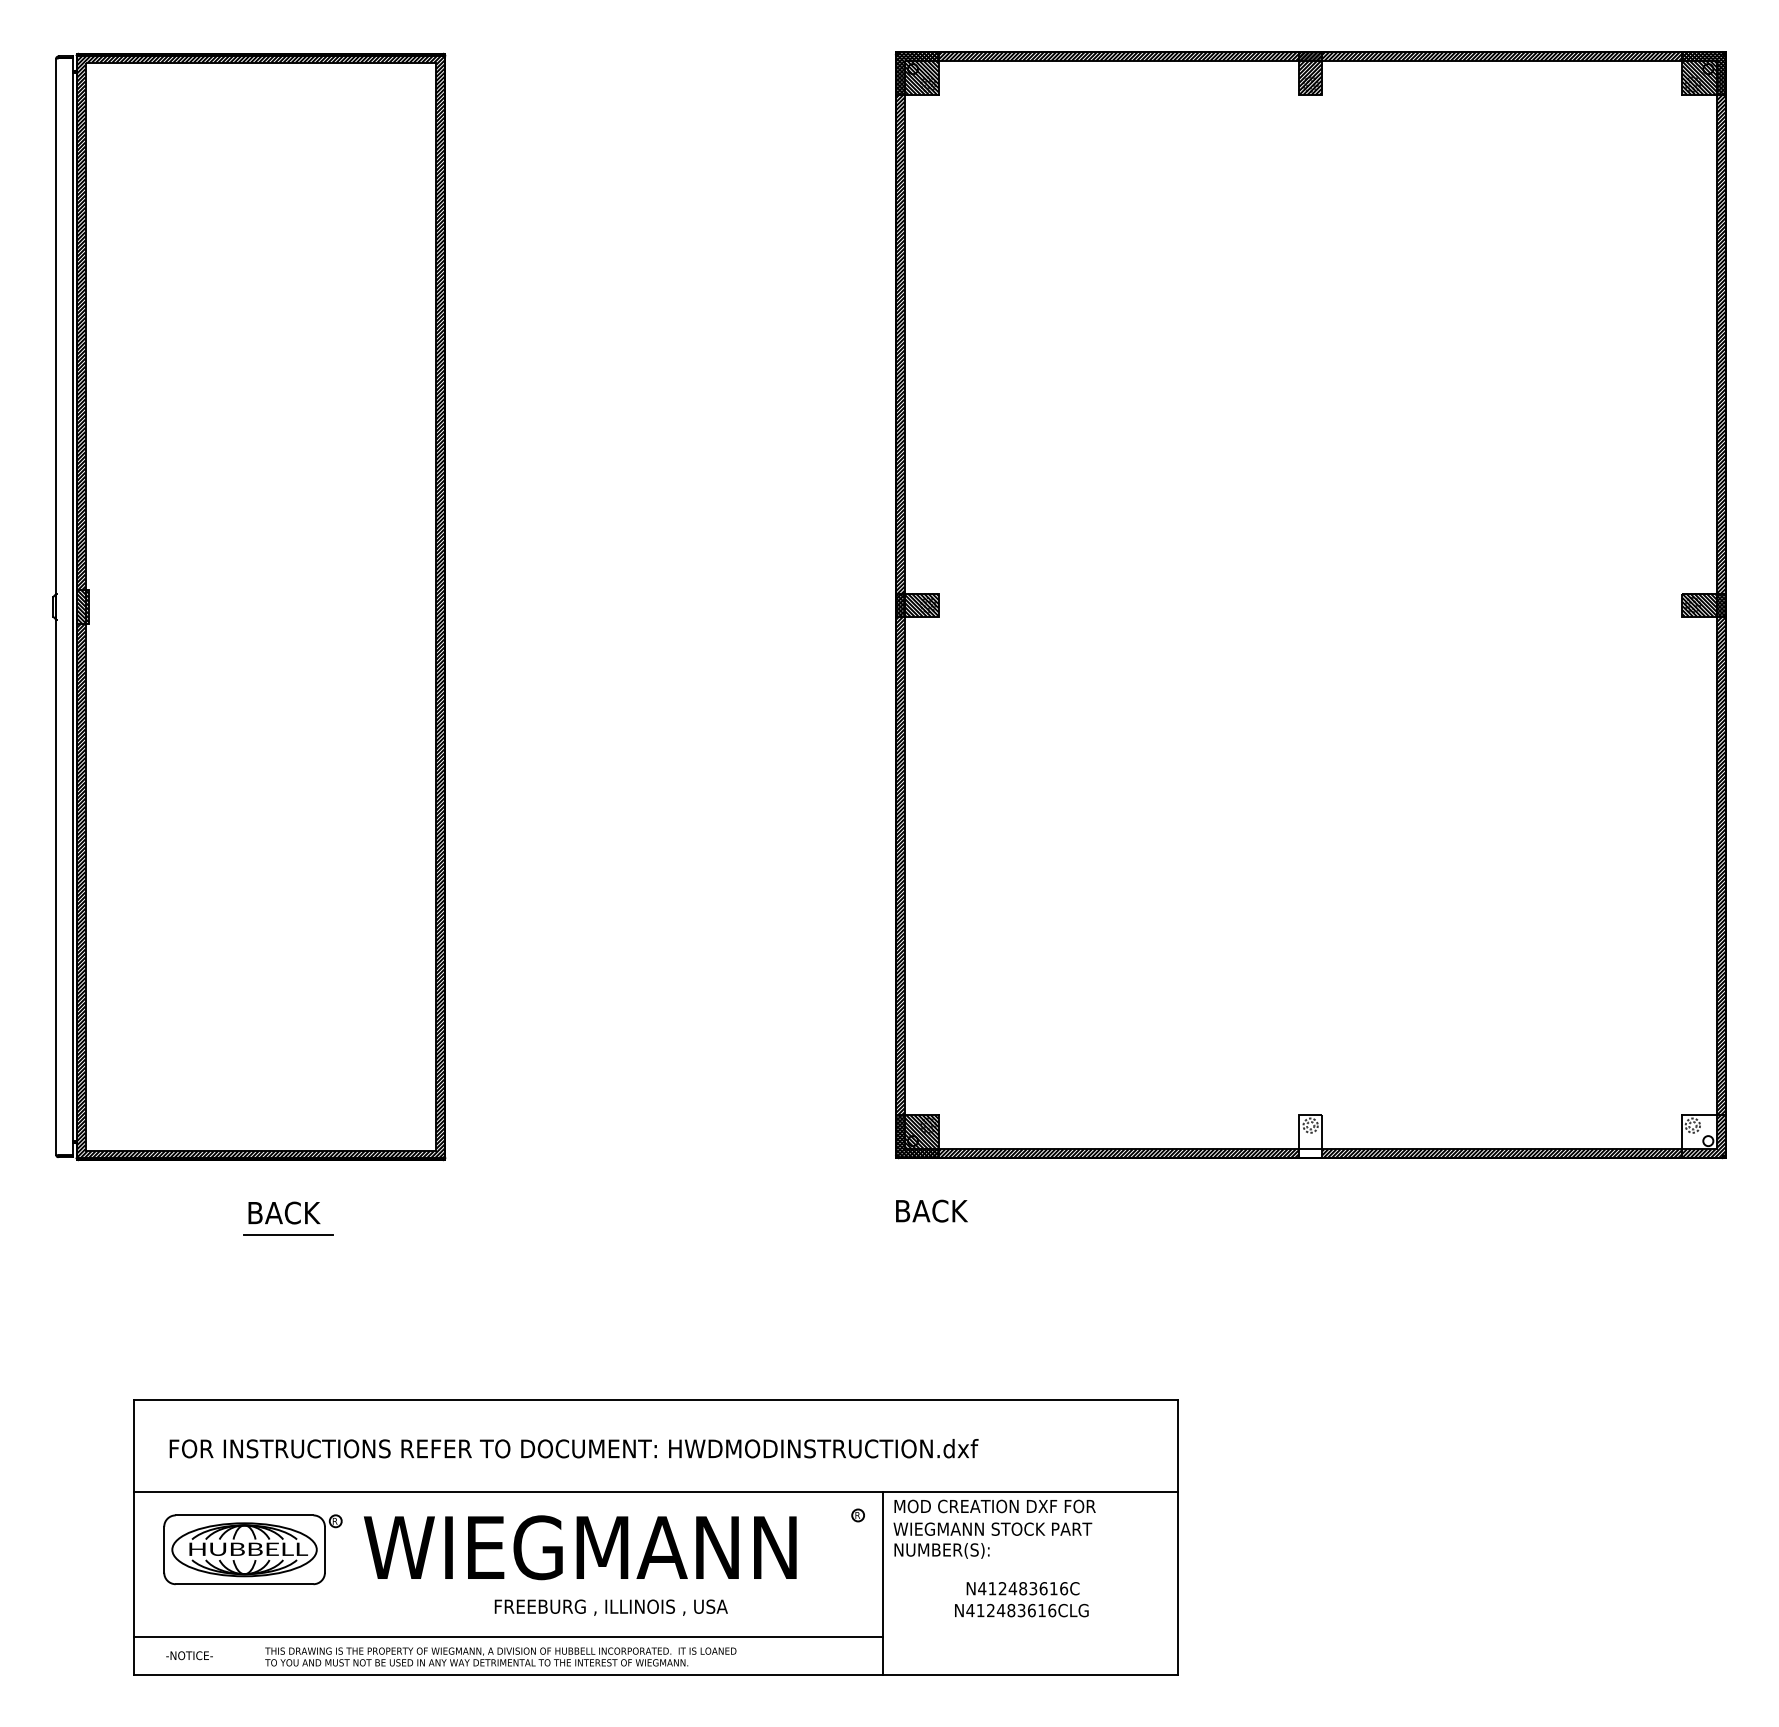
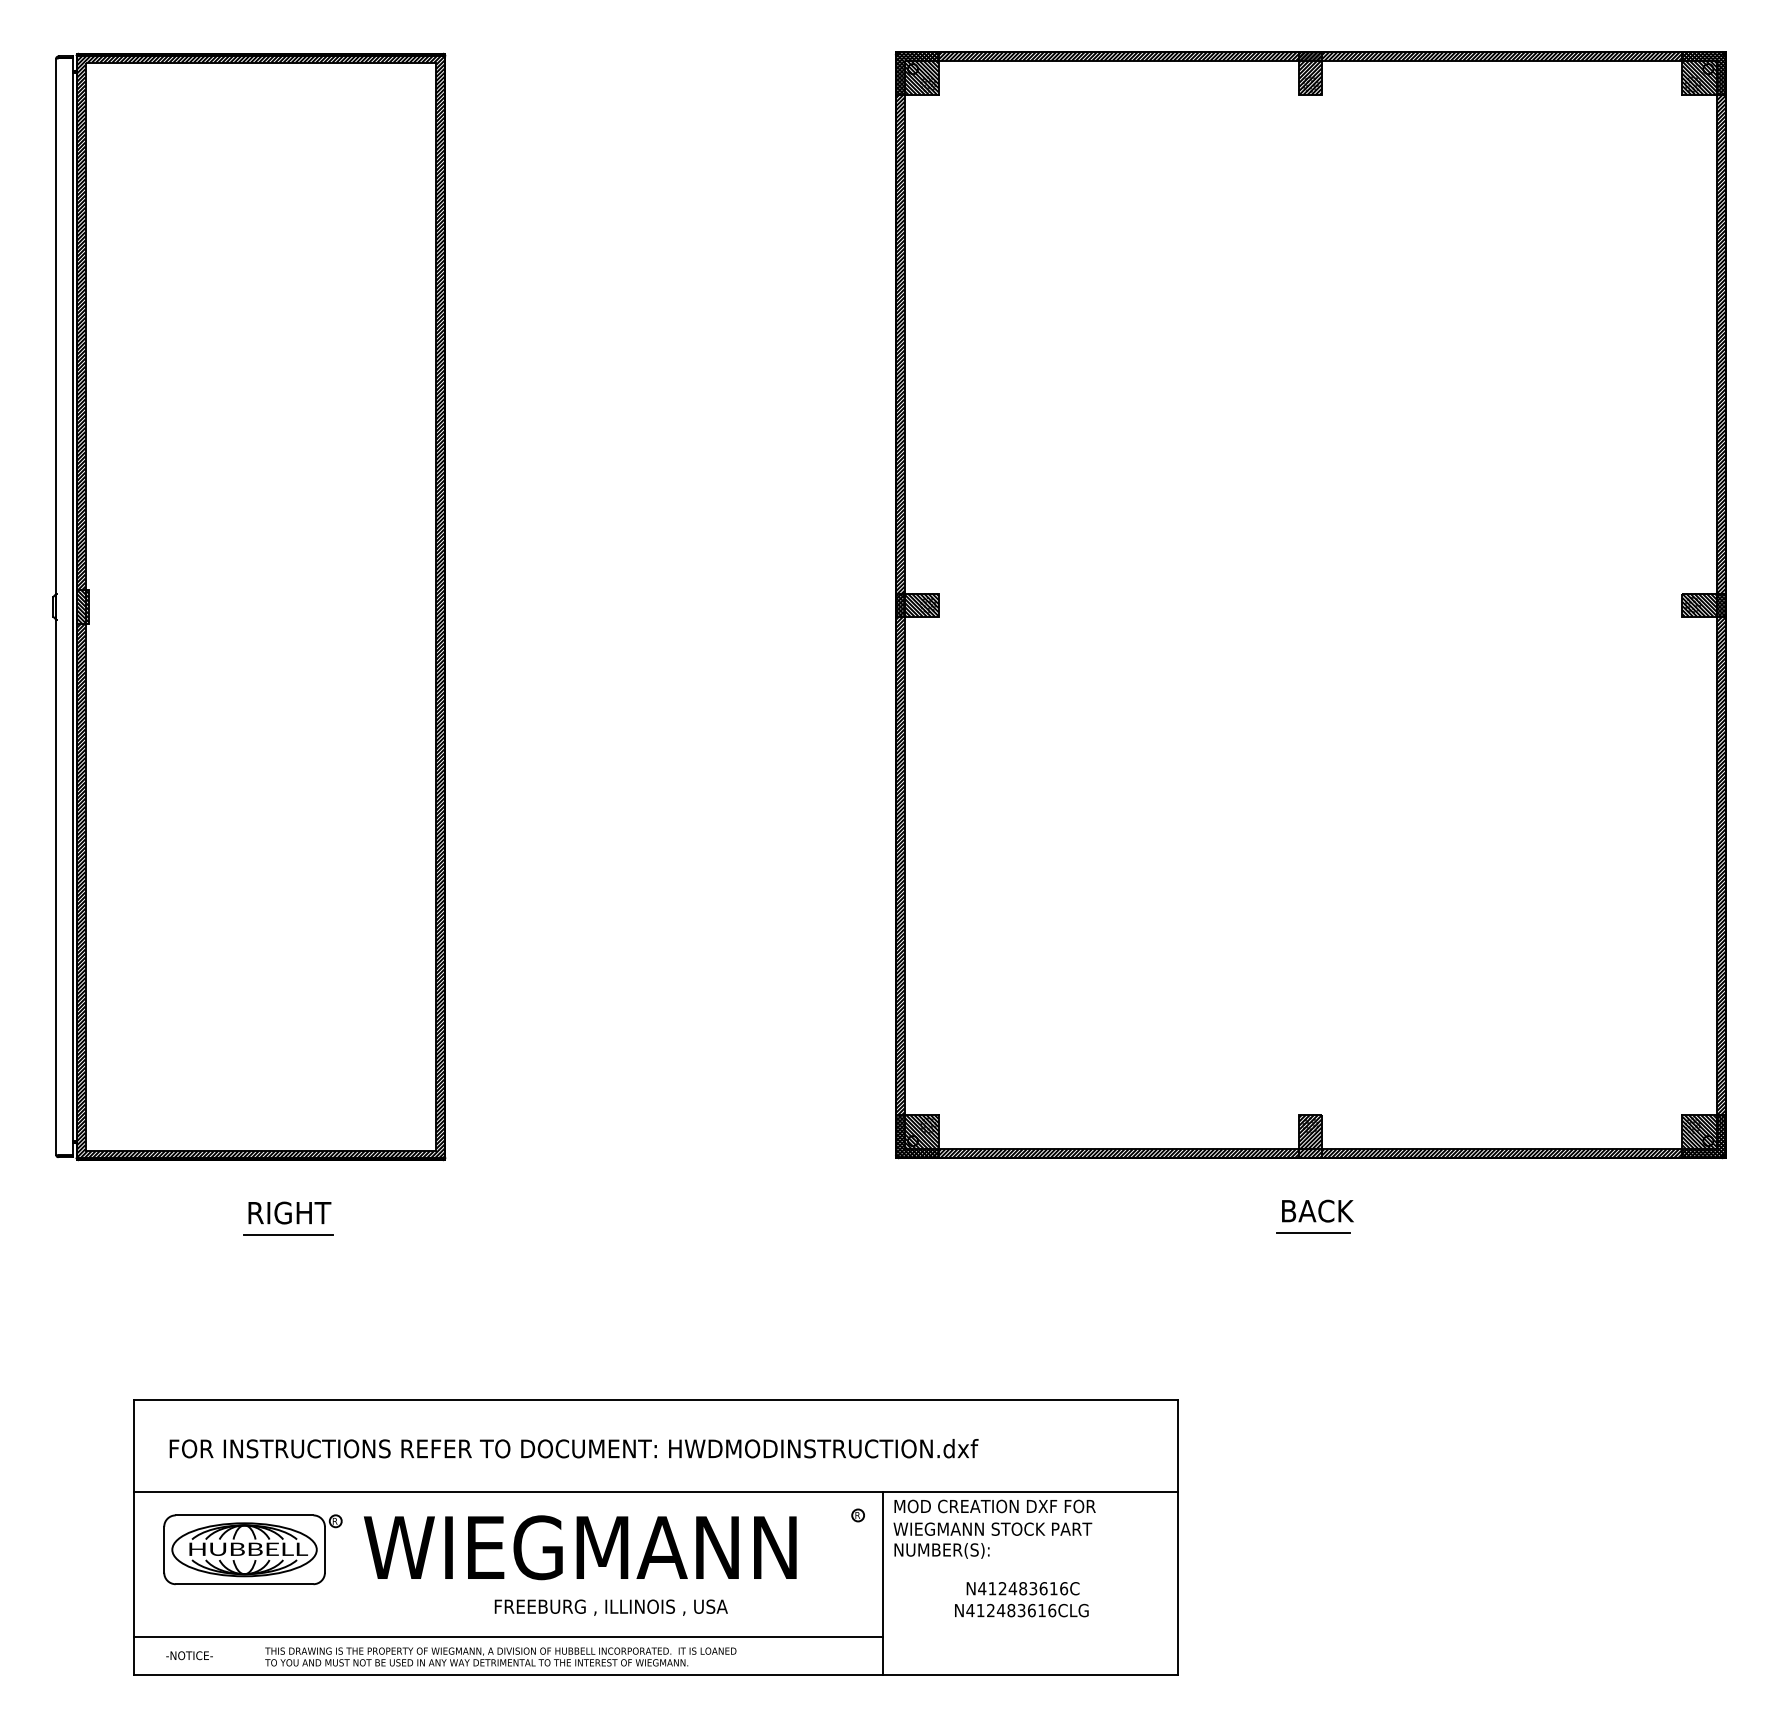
hatch at (1310, 1136): none -> present
hatch at (1703, 1136): none -> present
text at (931, 1210) position: (931, 1210) -> (1317, 1210)
text at (291, 1212): BACK -> RIGHT
line at (1313, 1233): none -> present
